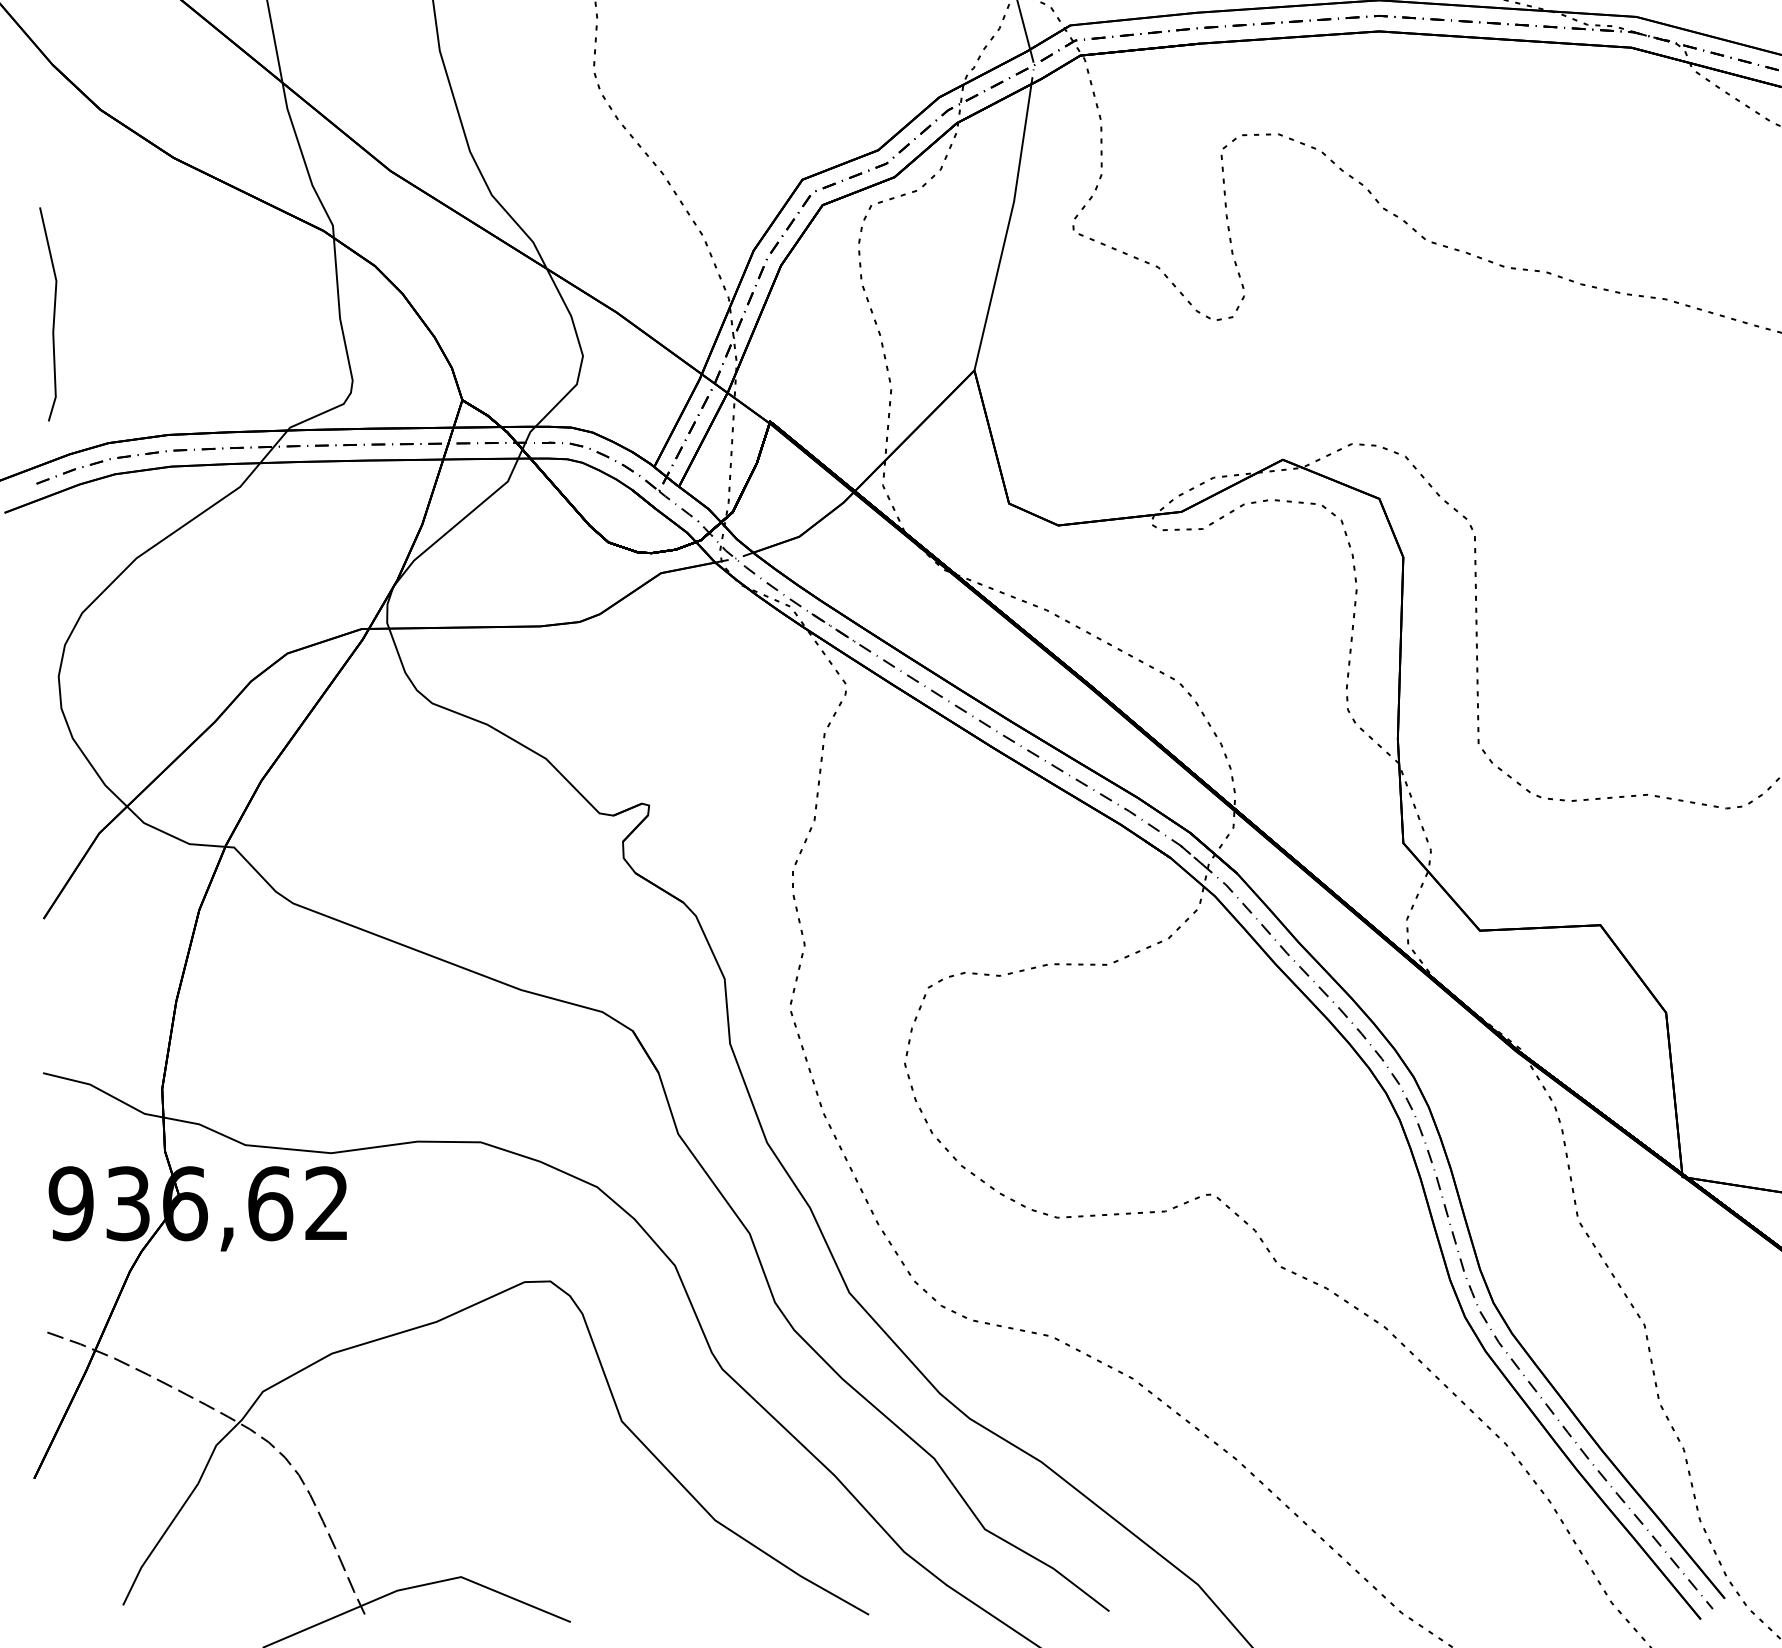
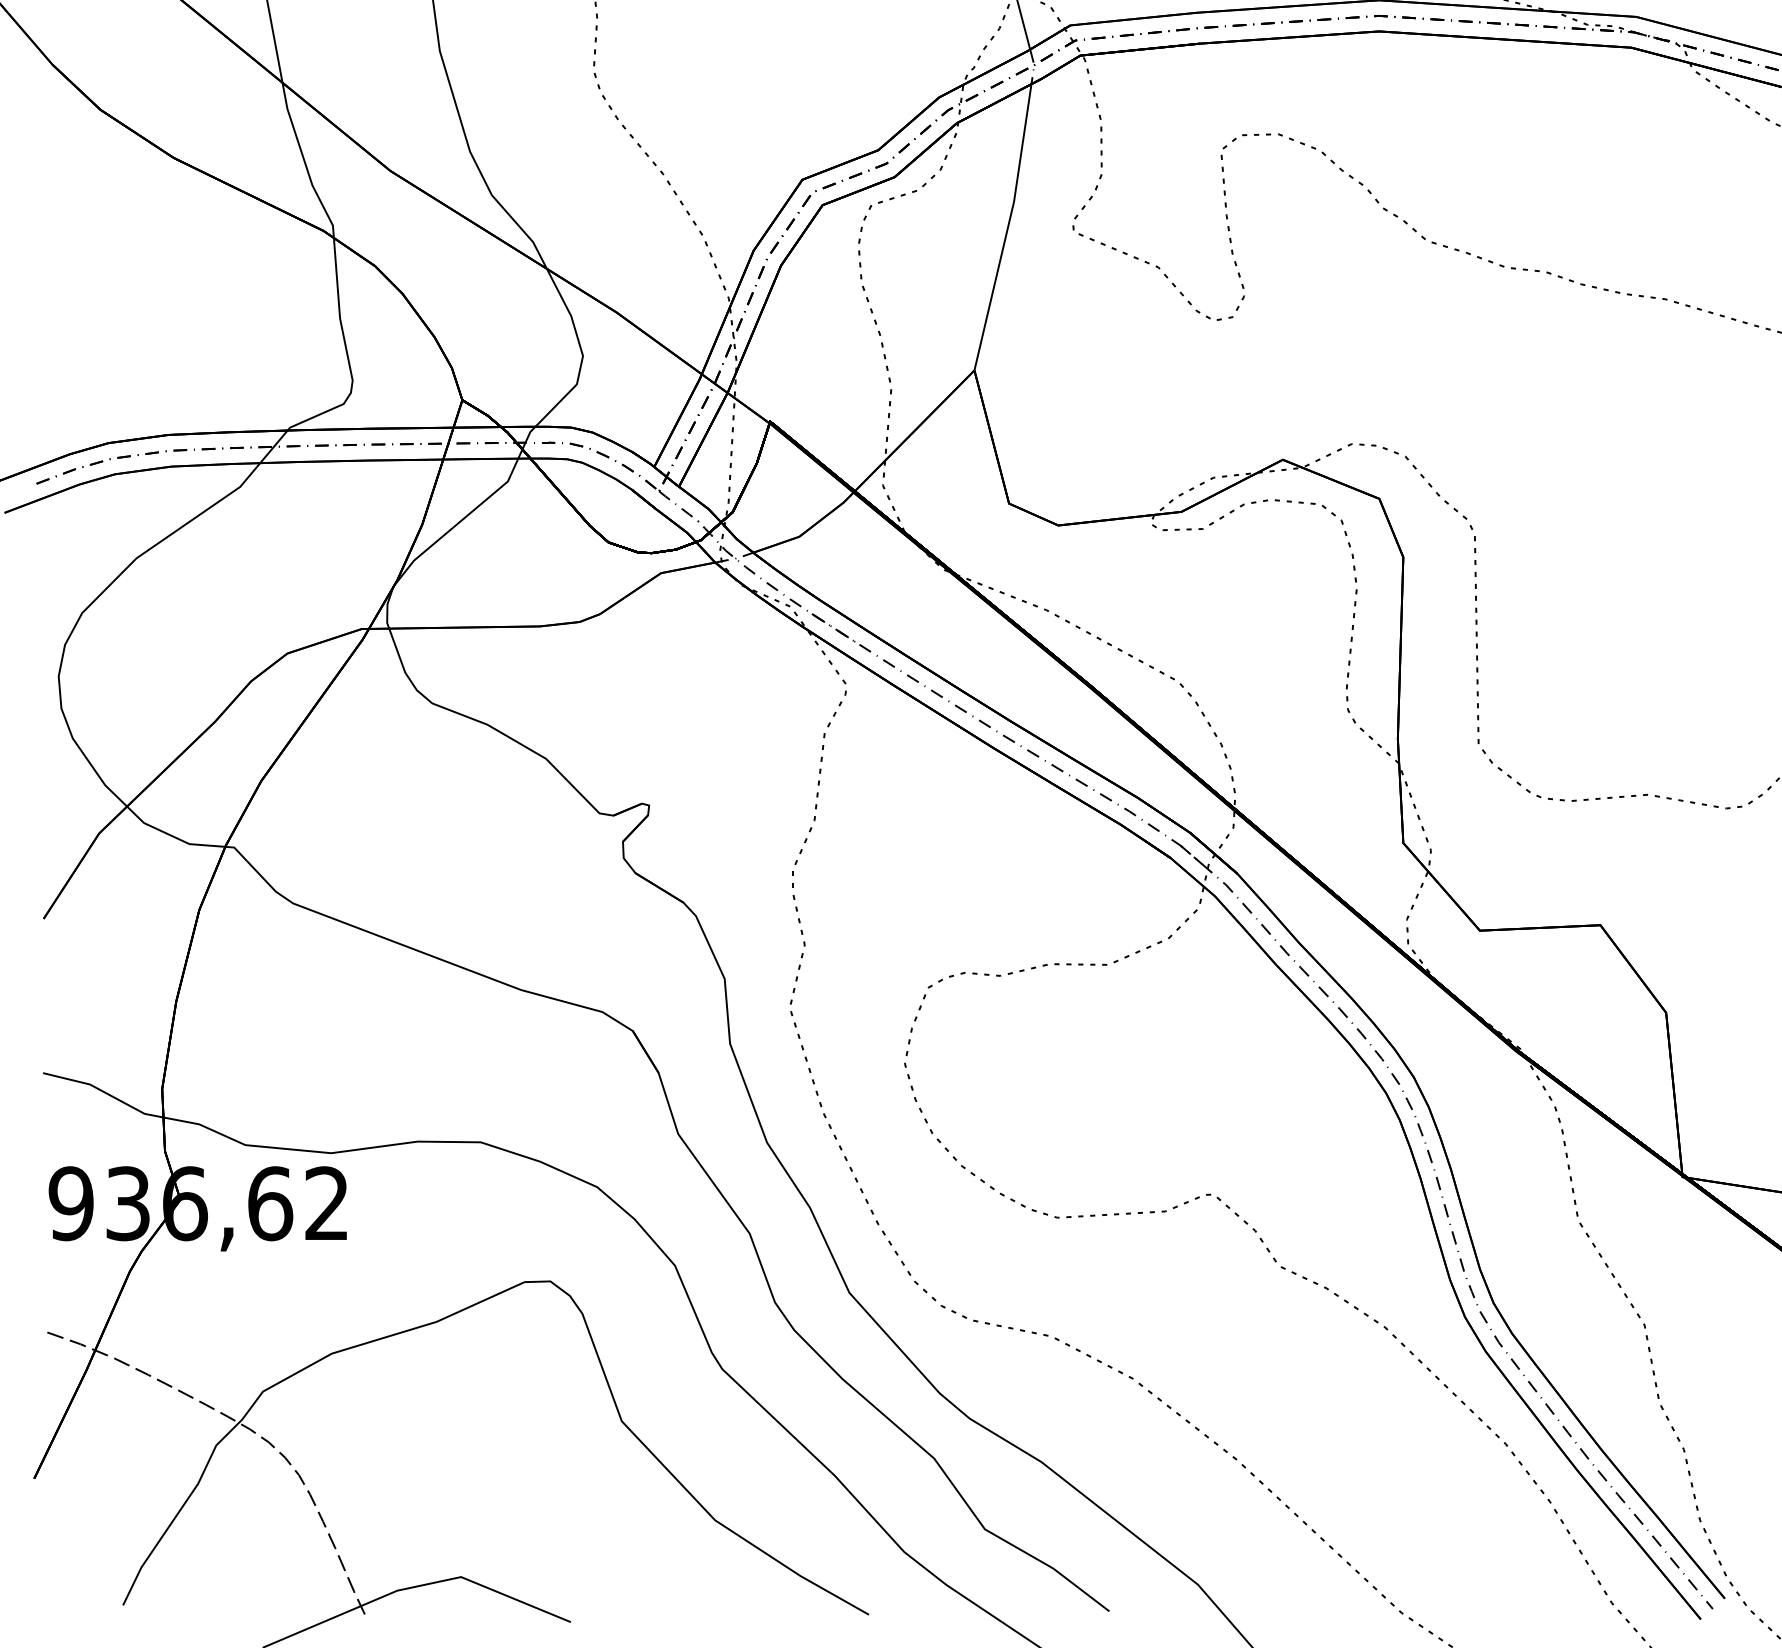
line at (53, 314): present -> none
